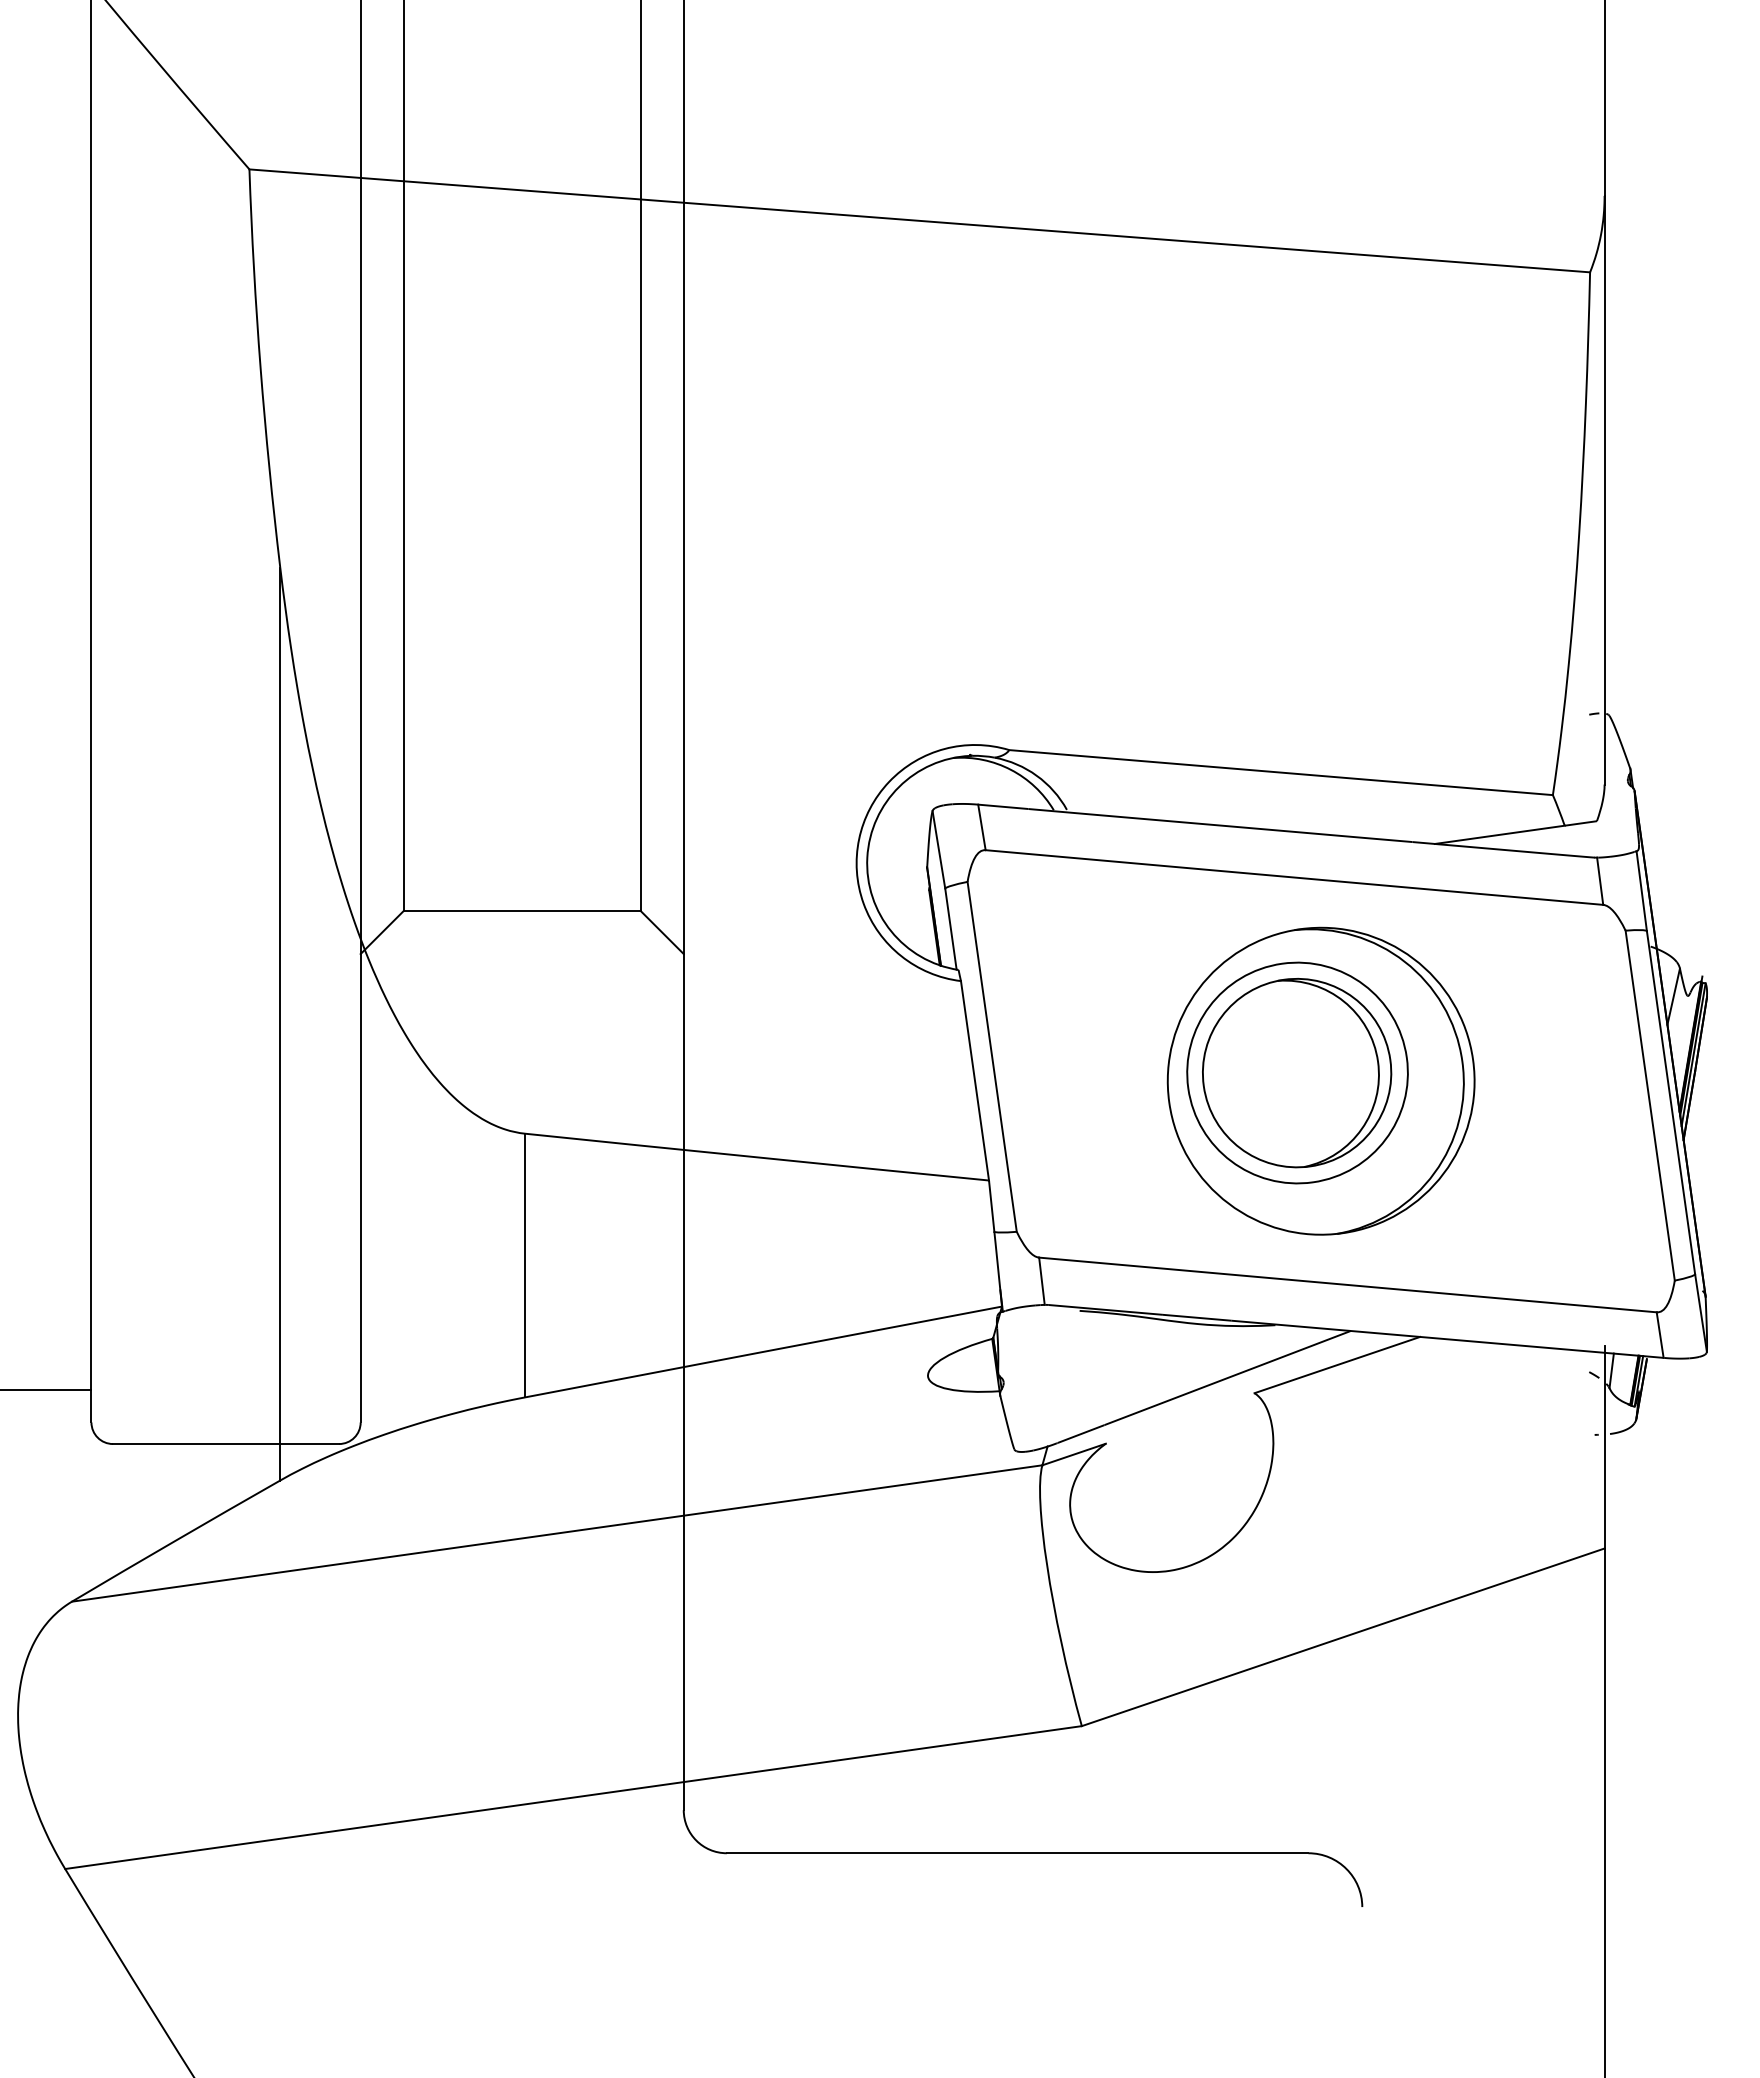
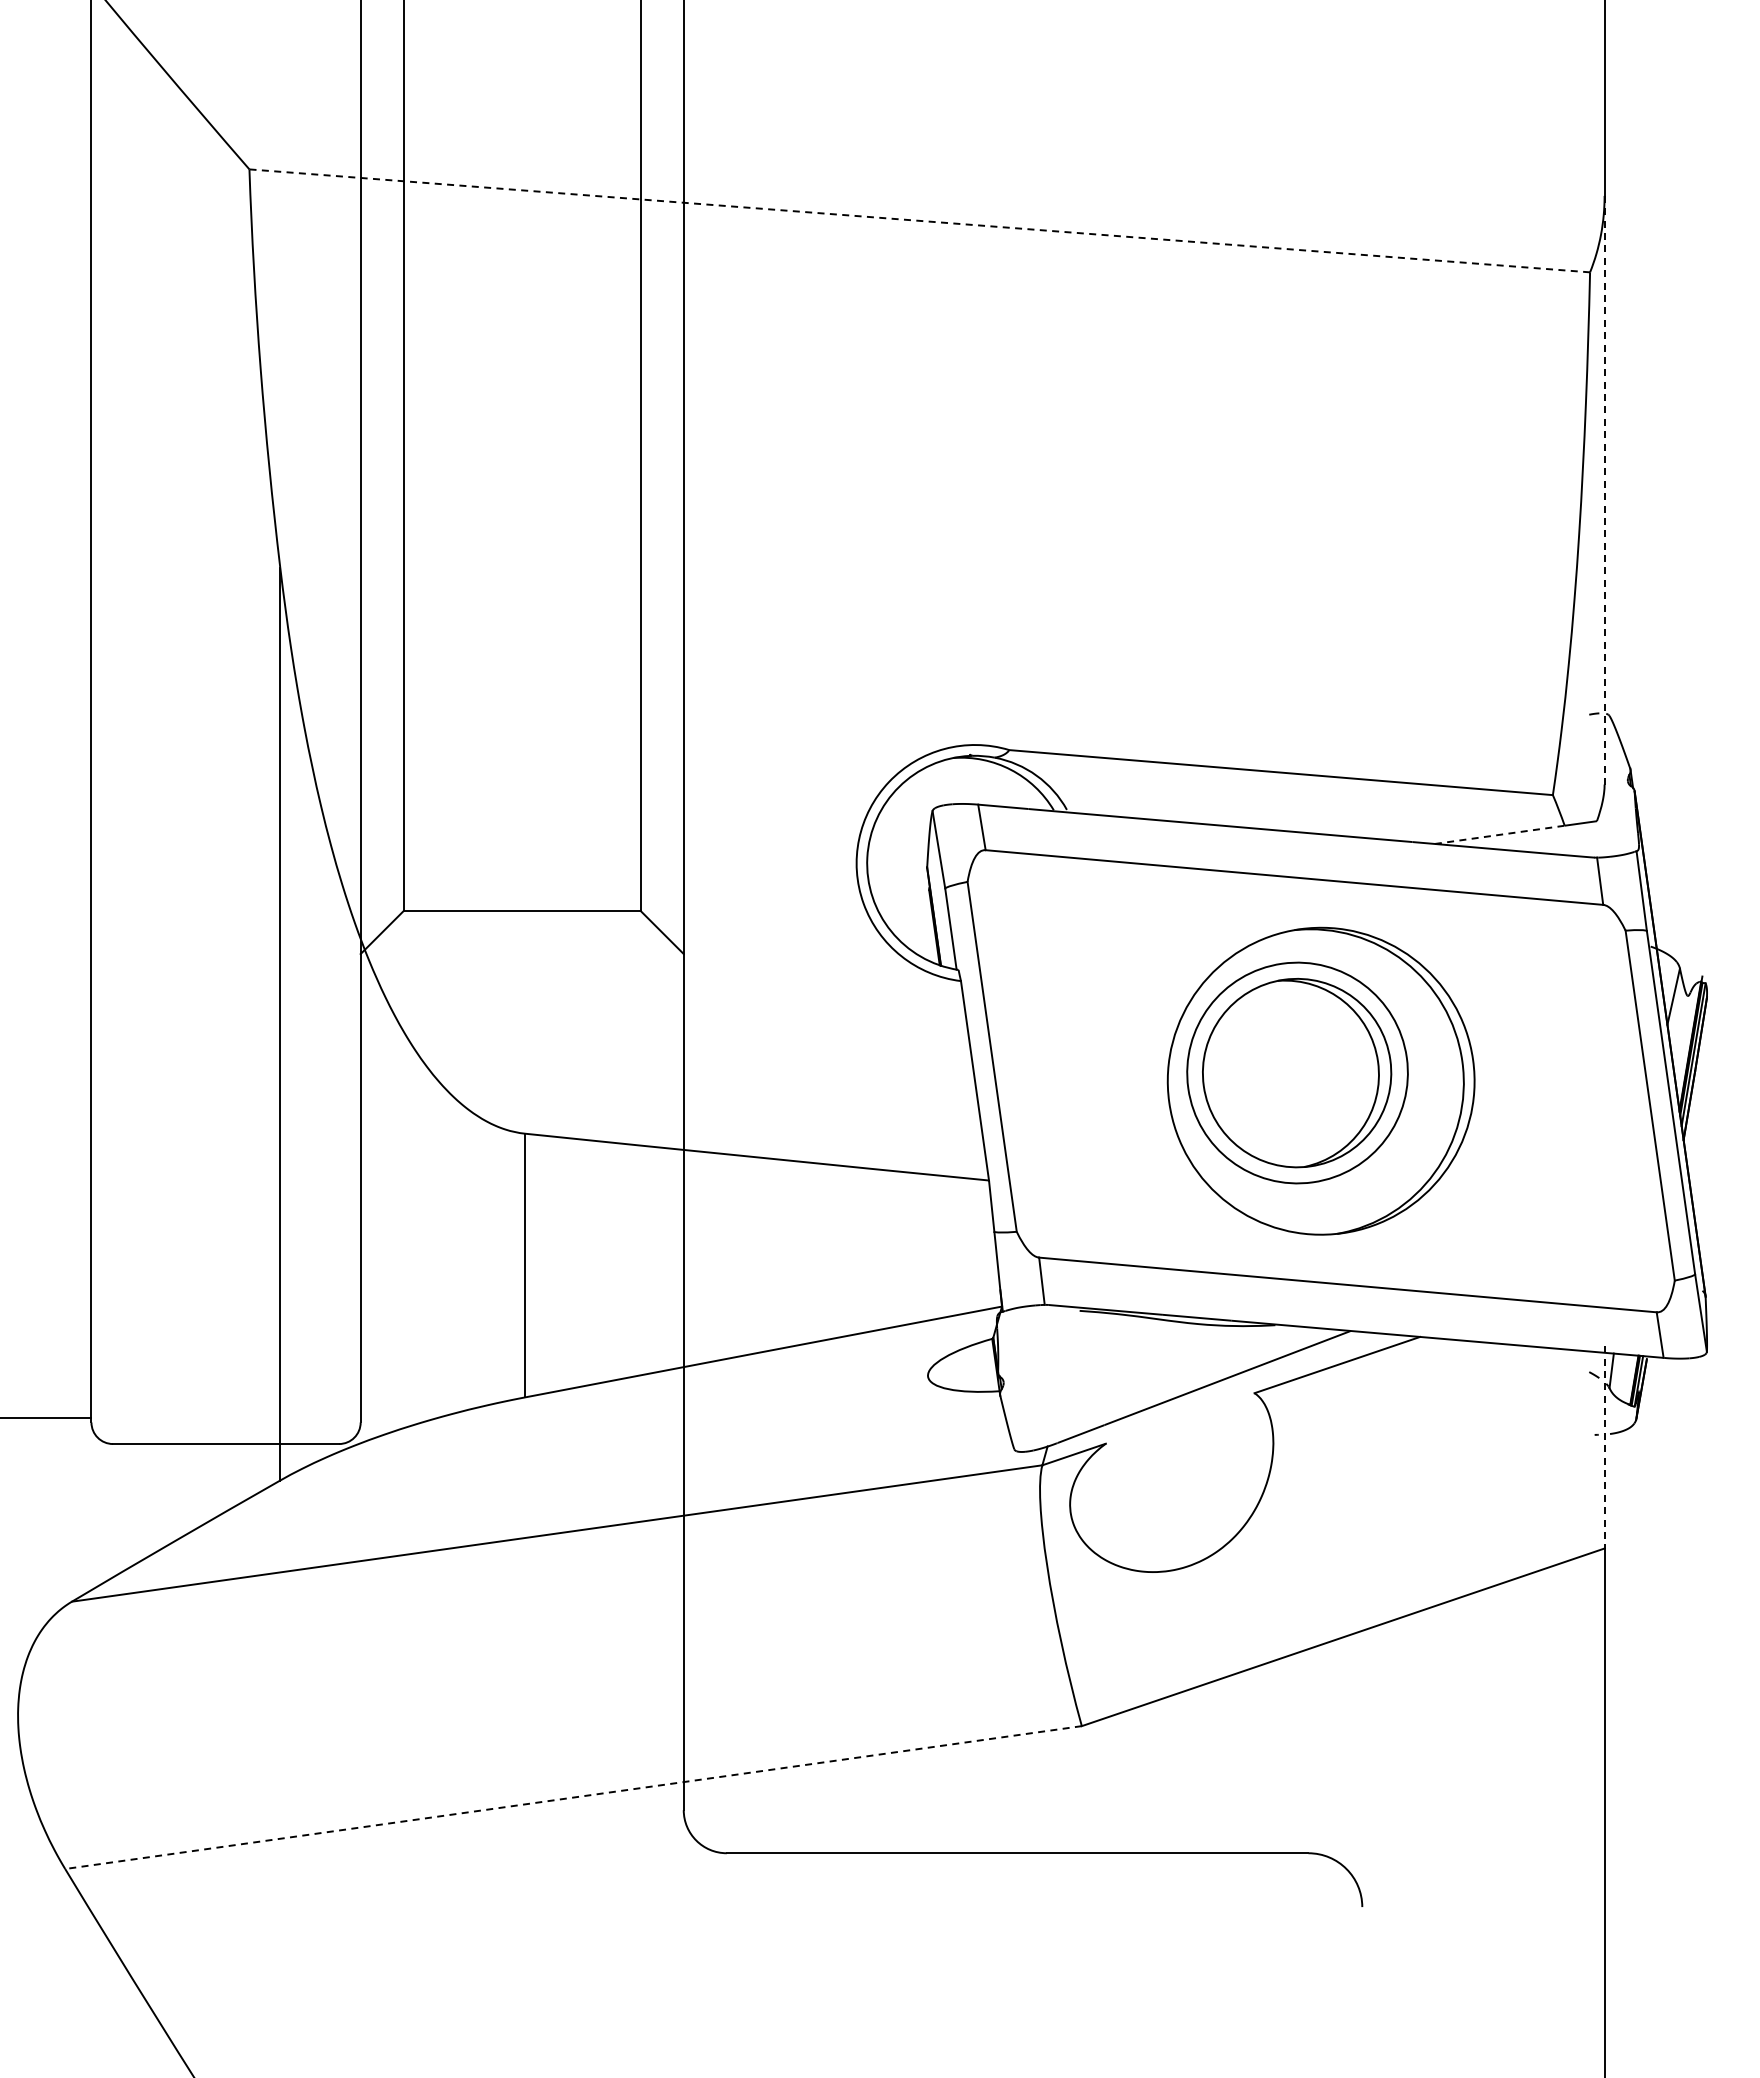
line at (919, 220): solid -> dashed
line at (1604, 490): solid -> dashed
line at (1499, 834): solid -> dashed
line at (46, 1390) position: (46, 1390) -> (46, 1418)
line at (1604, 1447): solid -> dashed
line at (573, 1797): solid -> dashed
